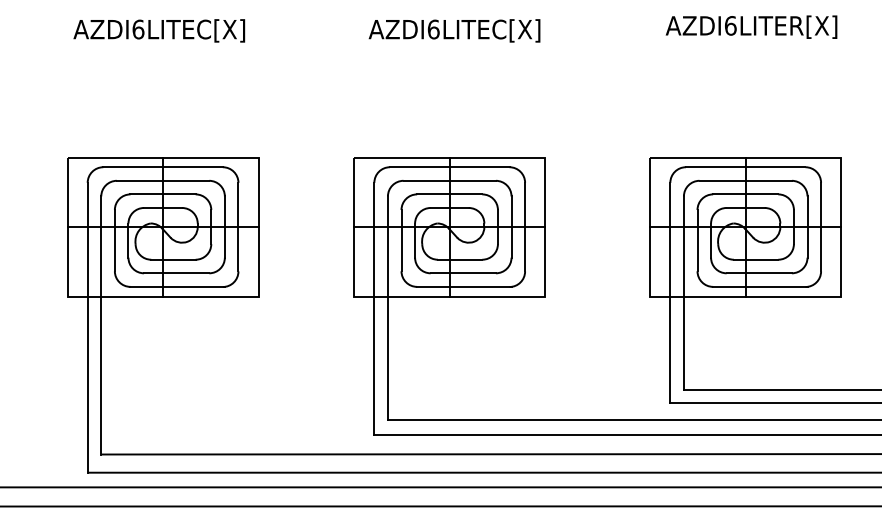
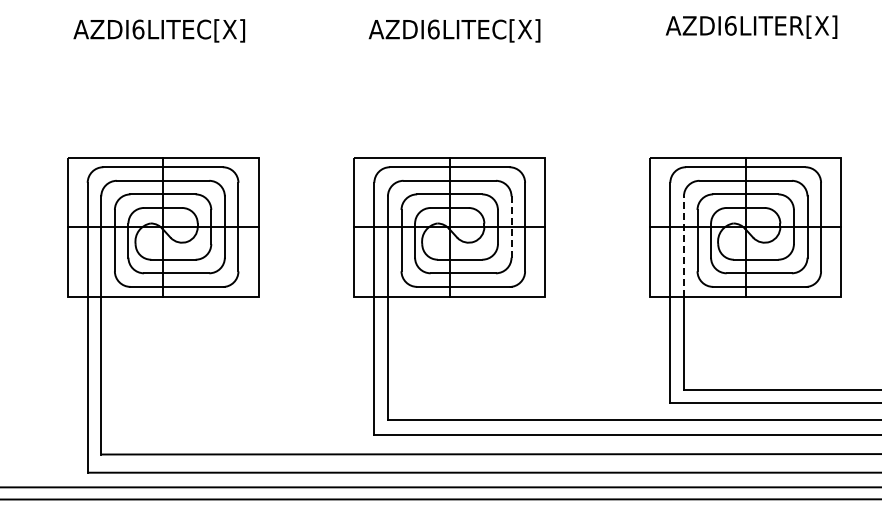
line at (511, 227): solid -> dashed
line at (683, 245): solid -> dashed
line at (440, 506) position: (440, 506) -> (440, 499)
